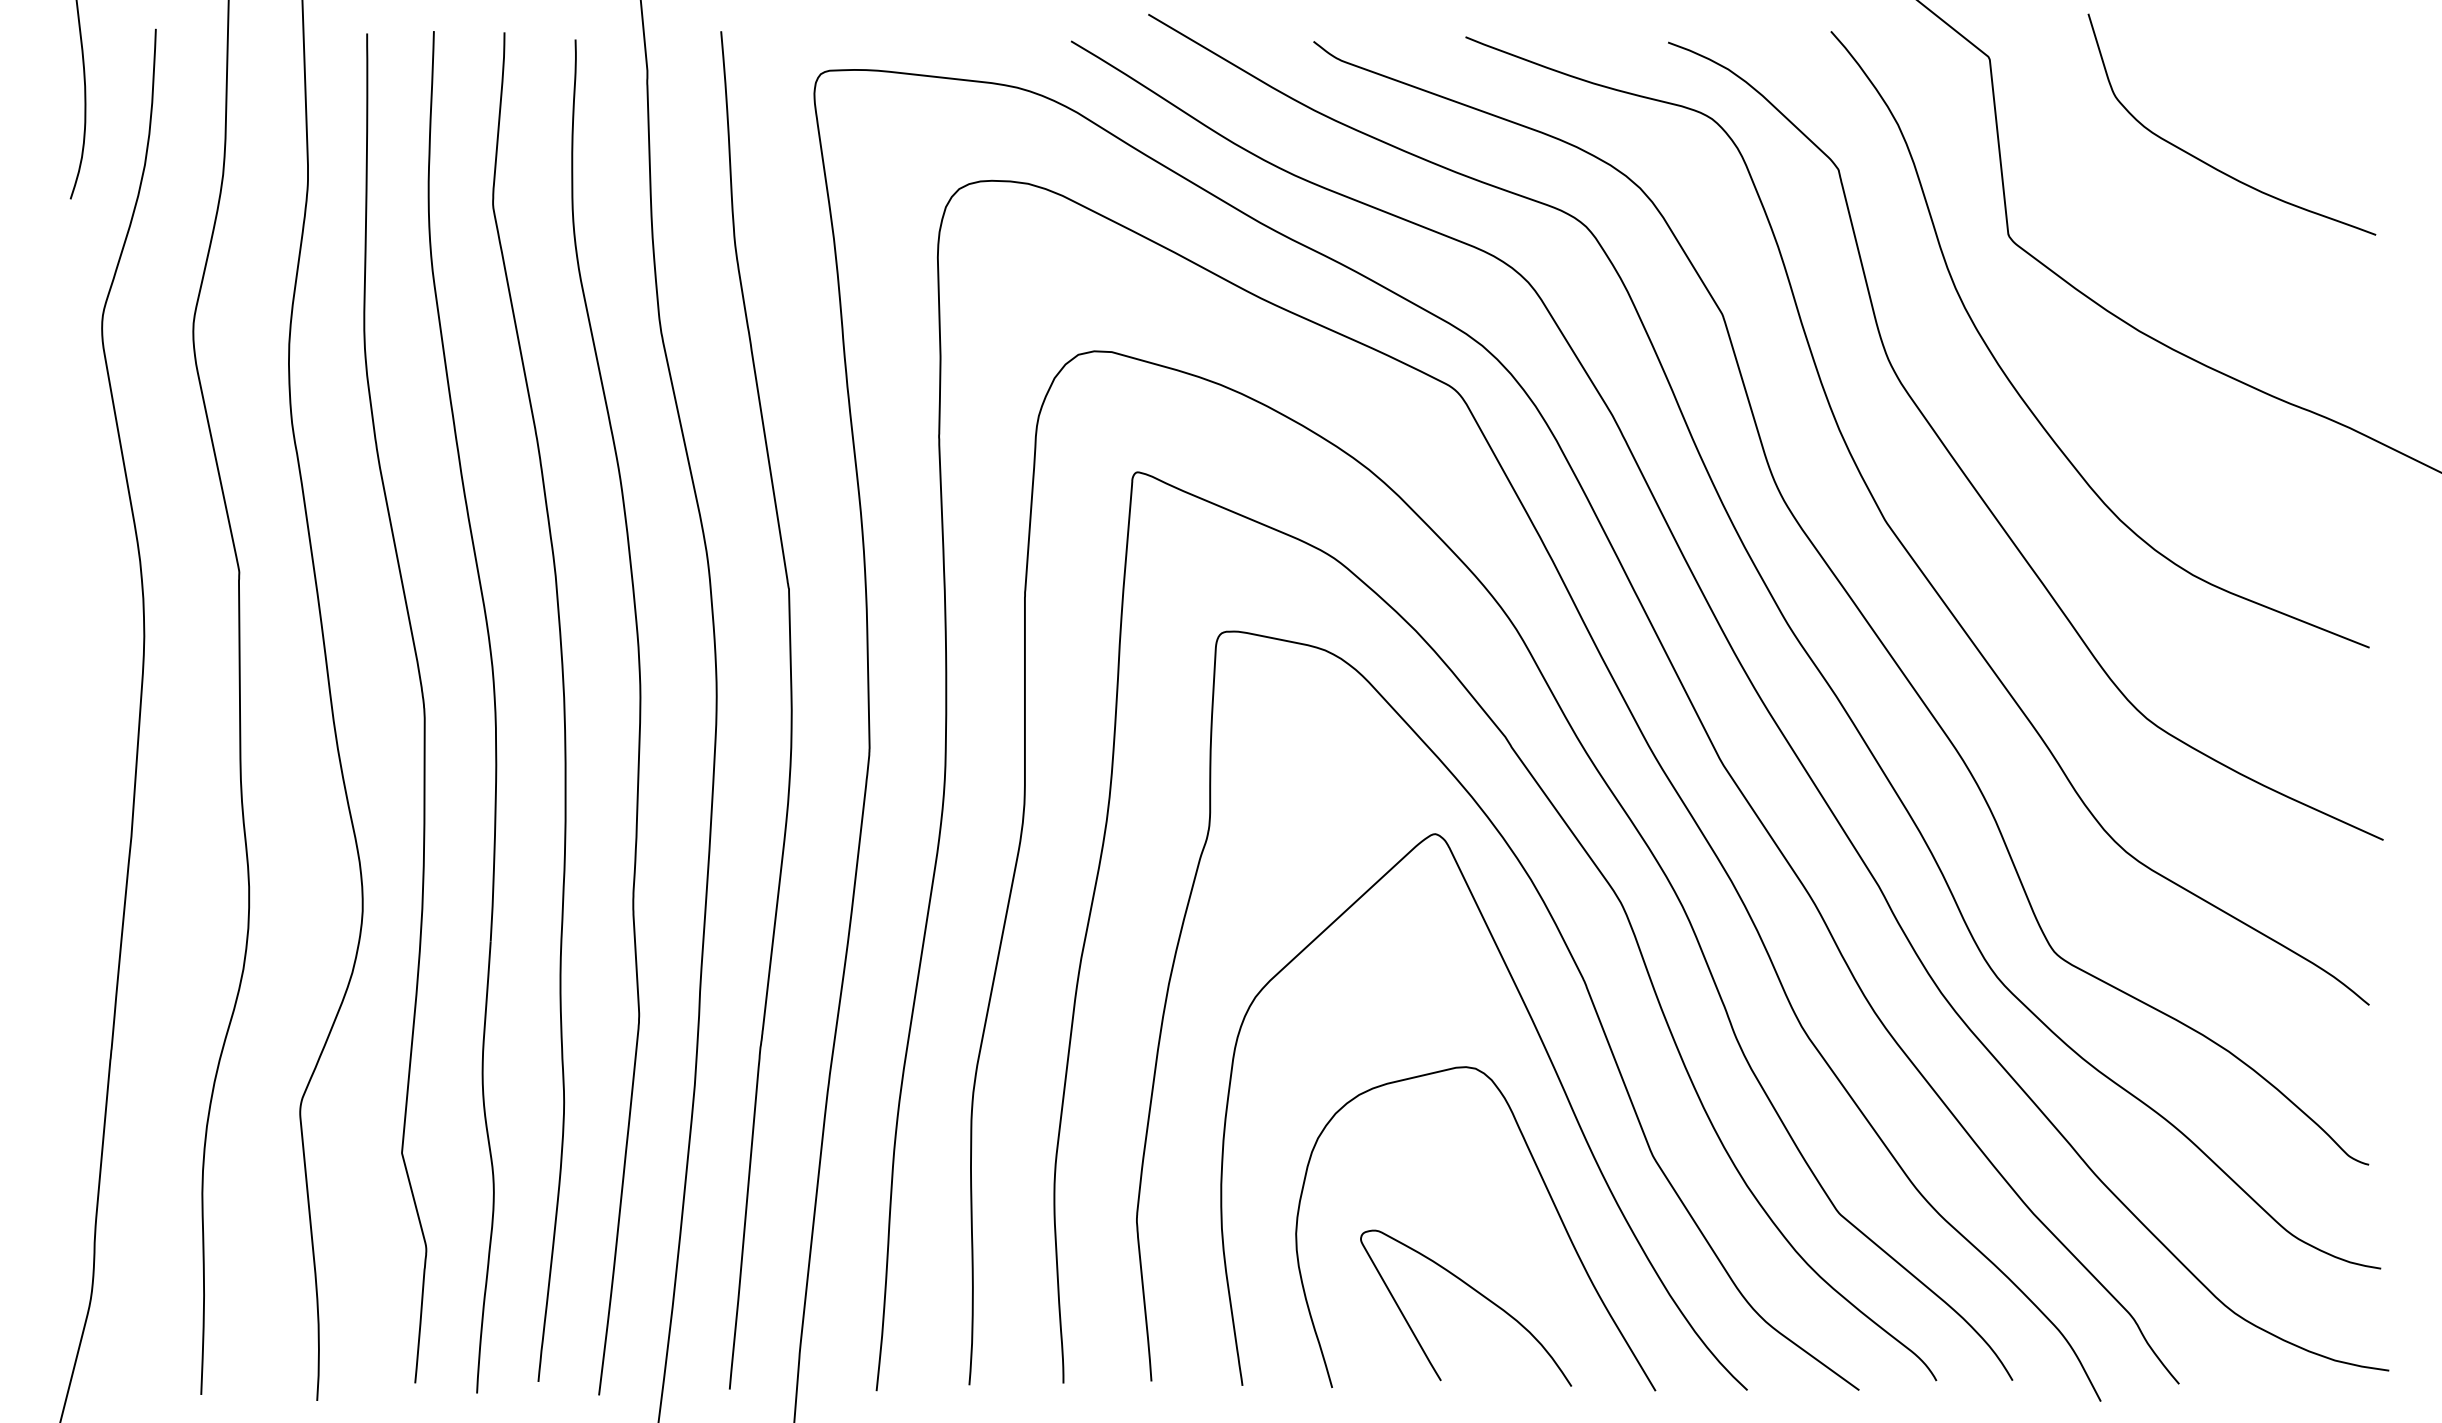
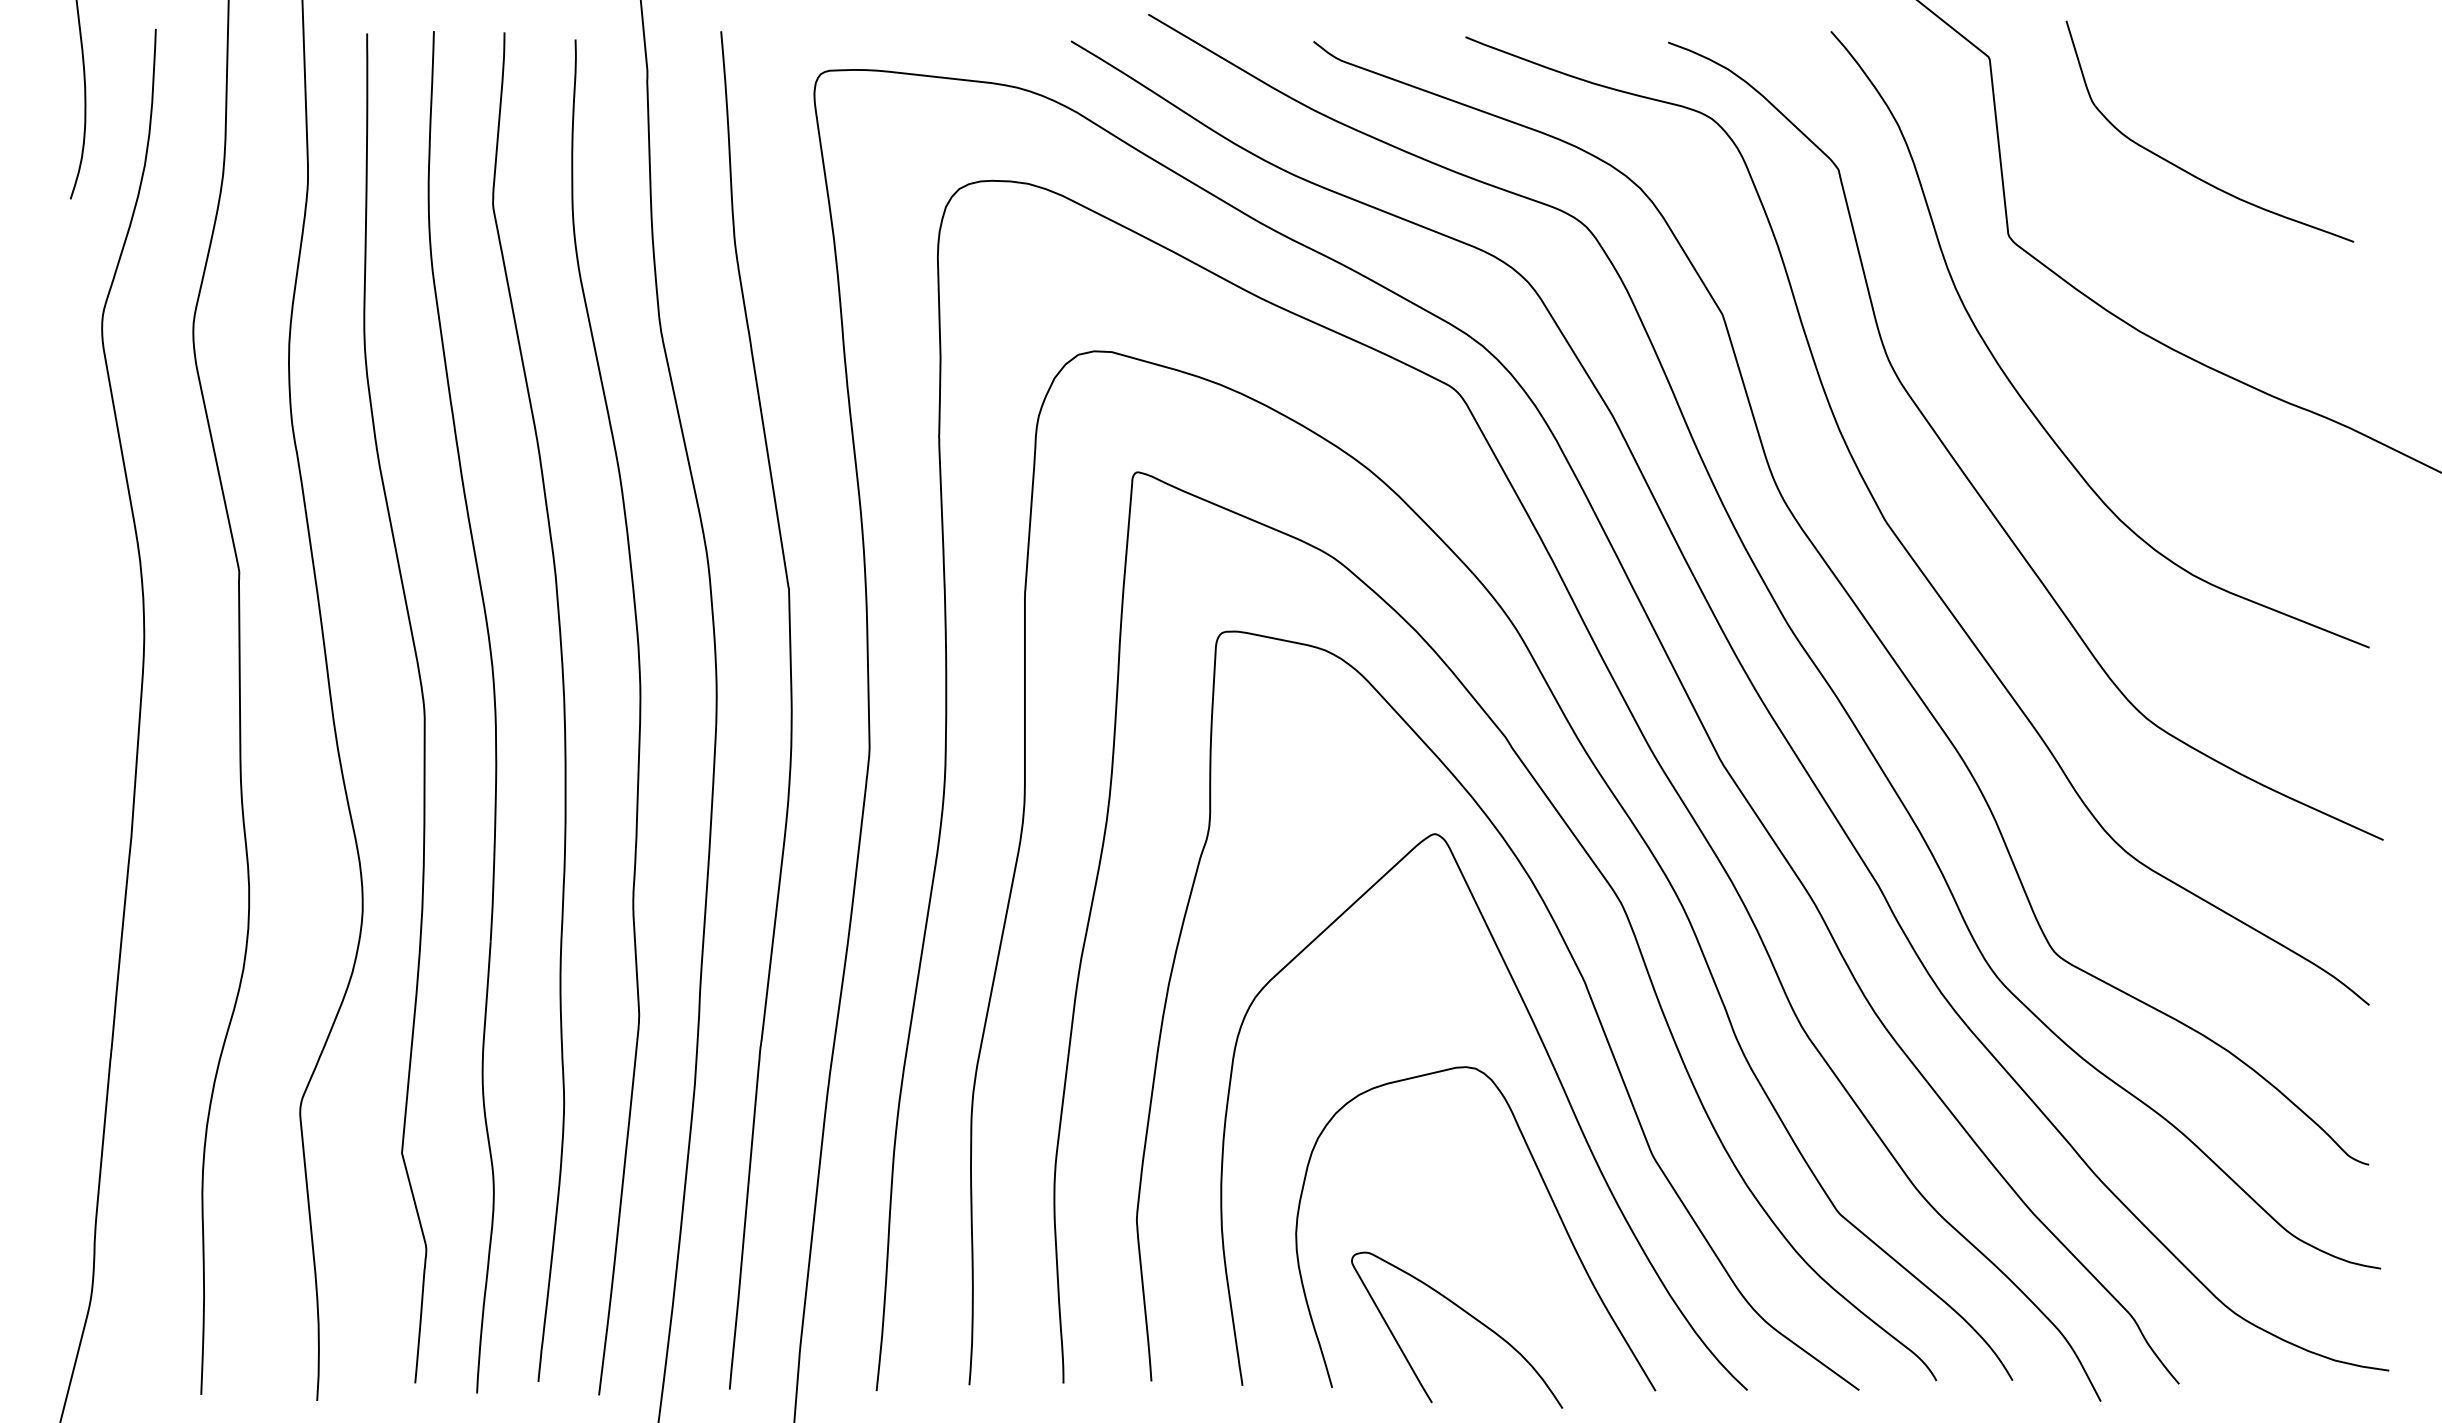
curve at (2210, 164) position: (2210, 164) -> (2188, 171)
curve at (1476, 1292) position: (1476, 1292) -> (1467, 1314)
